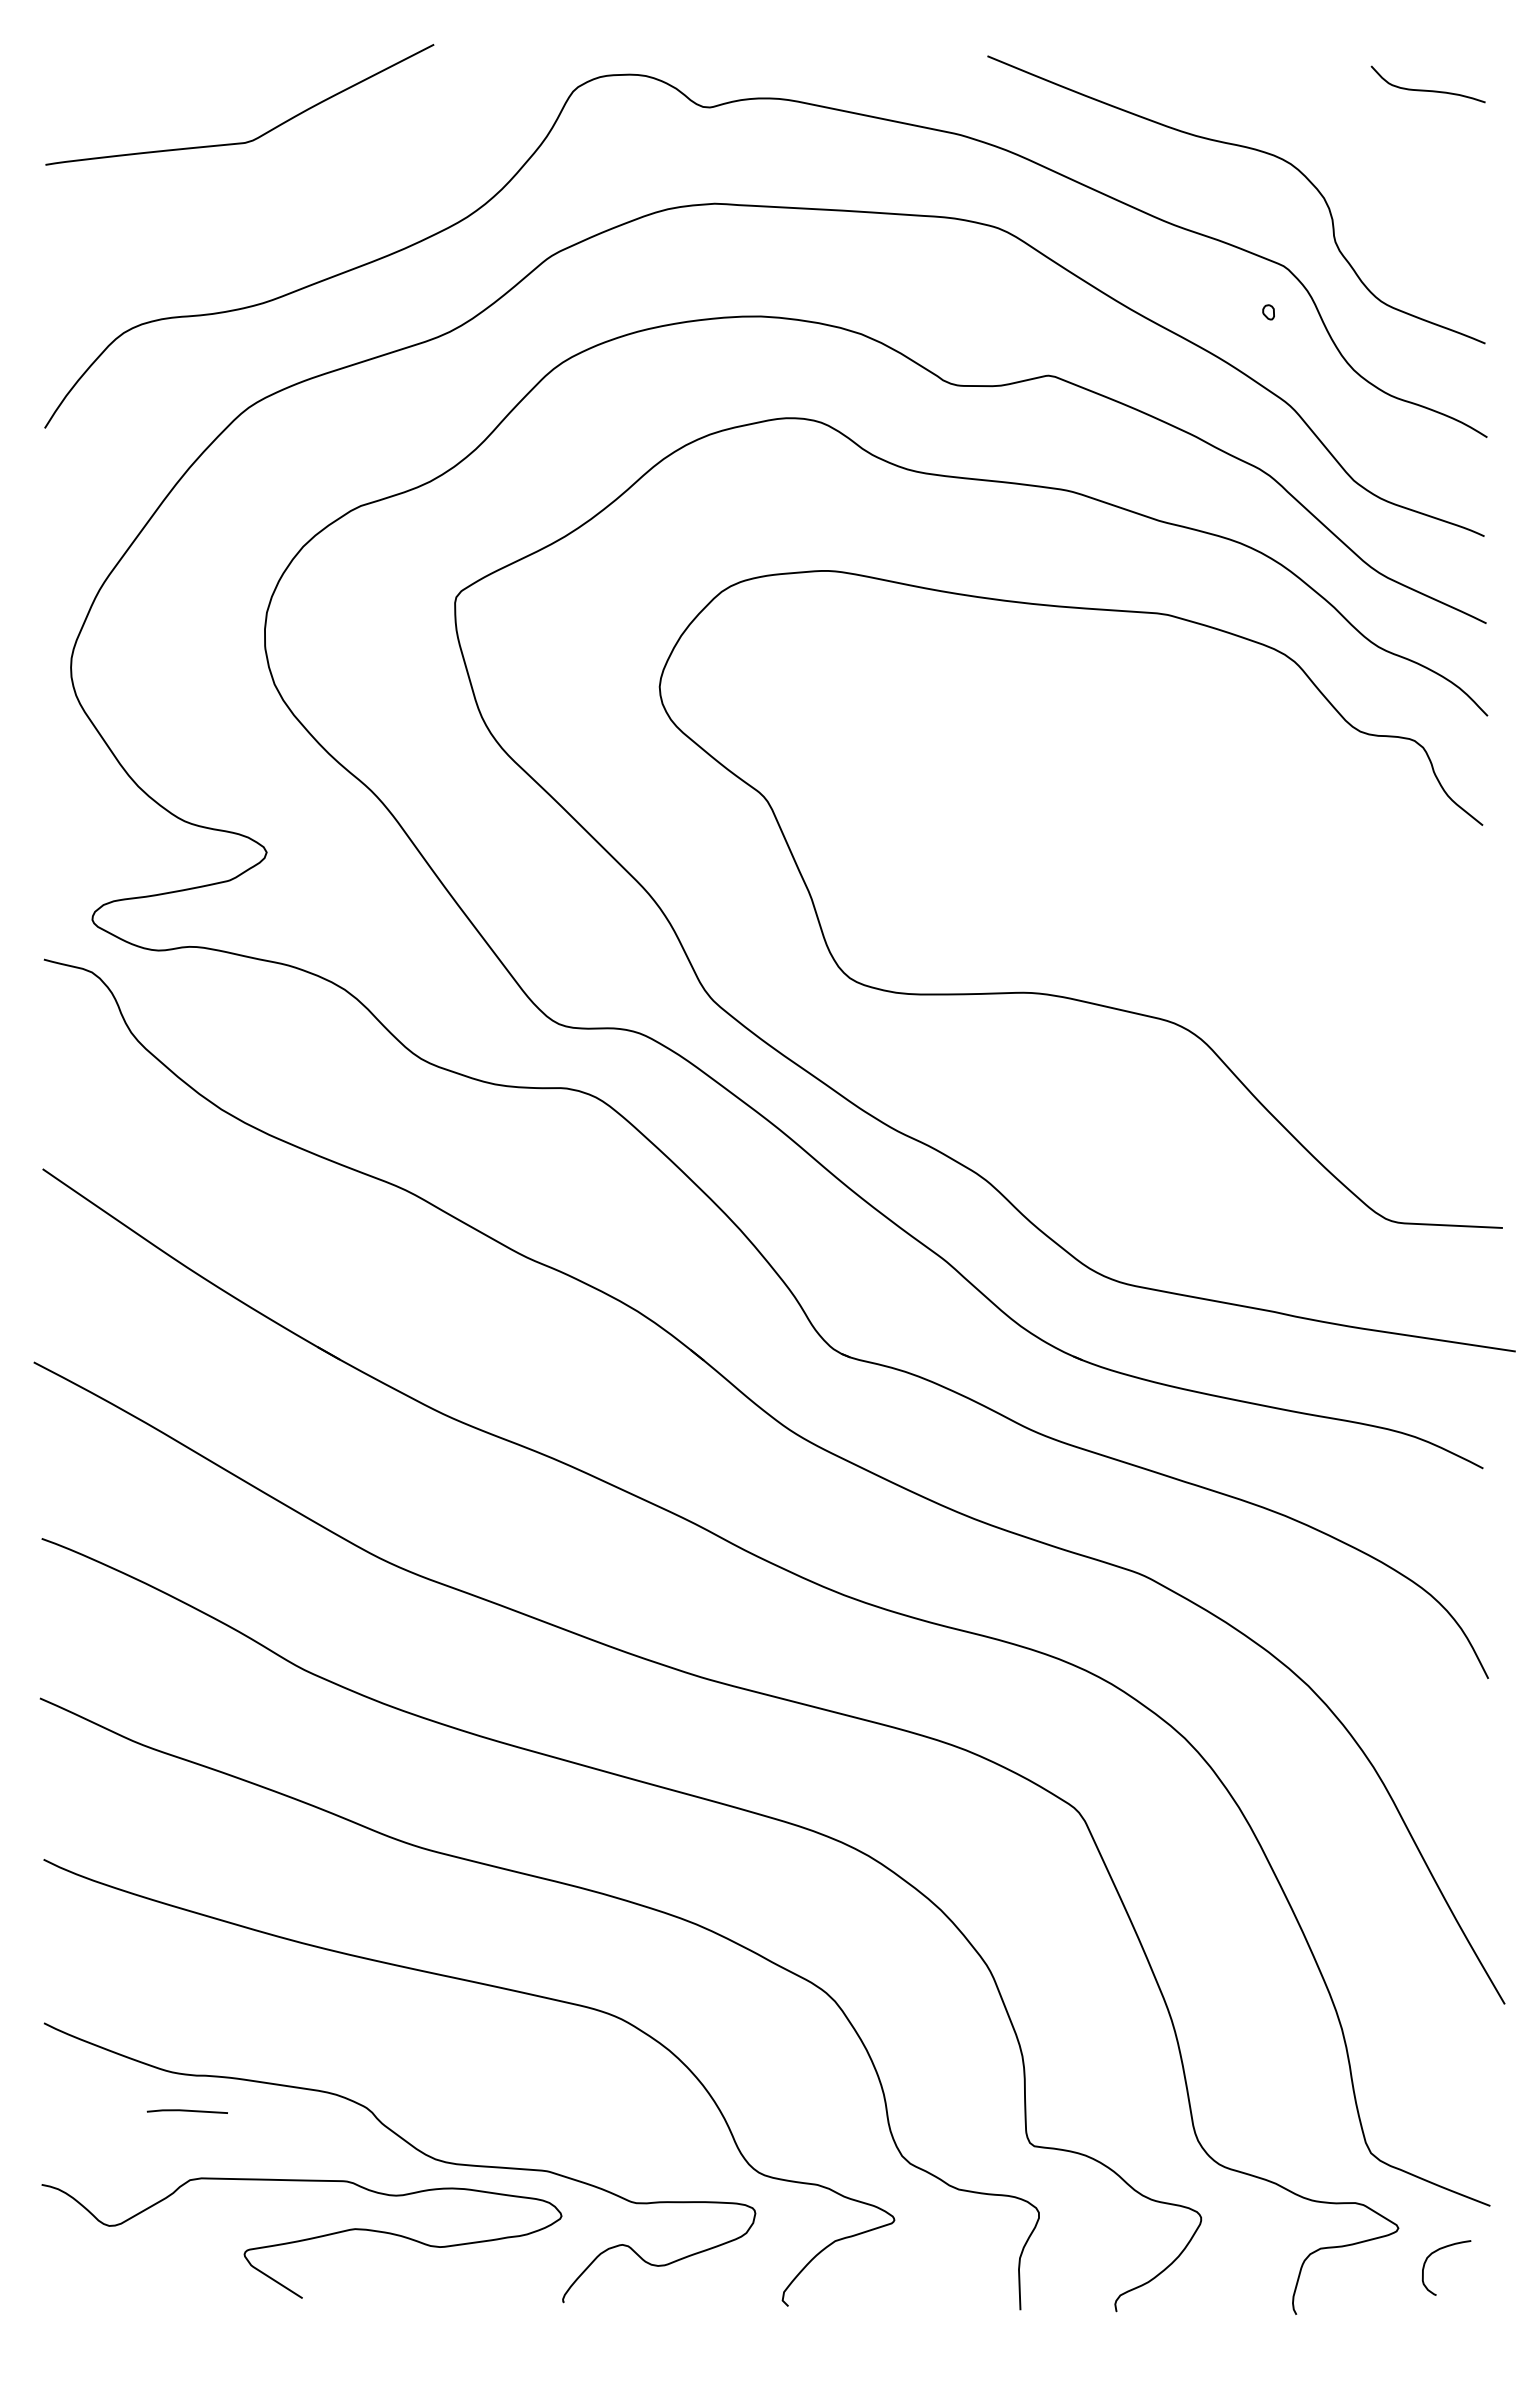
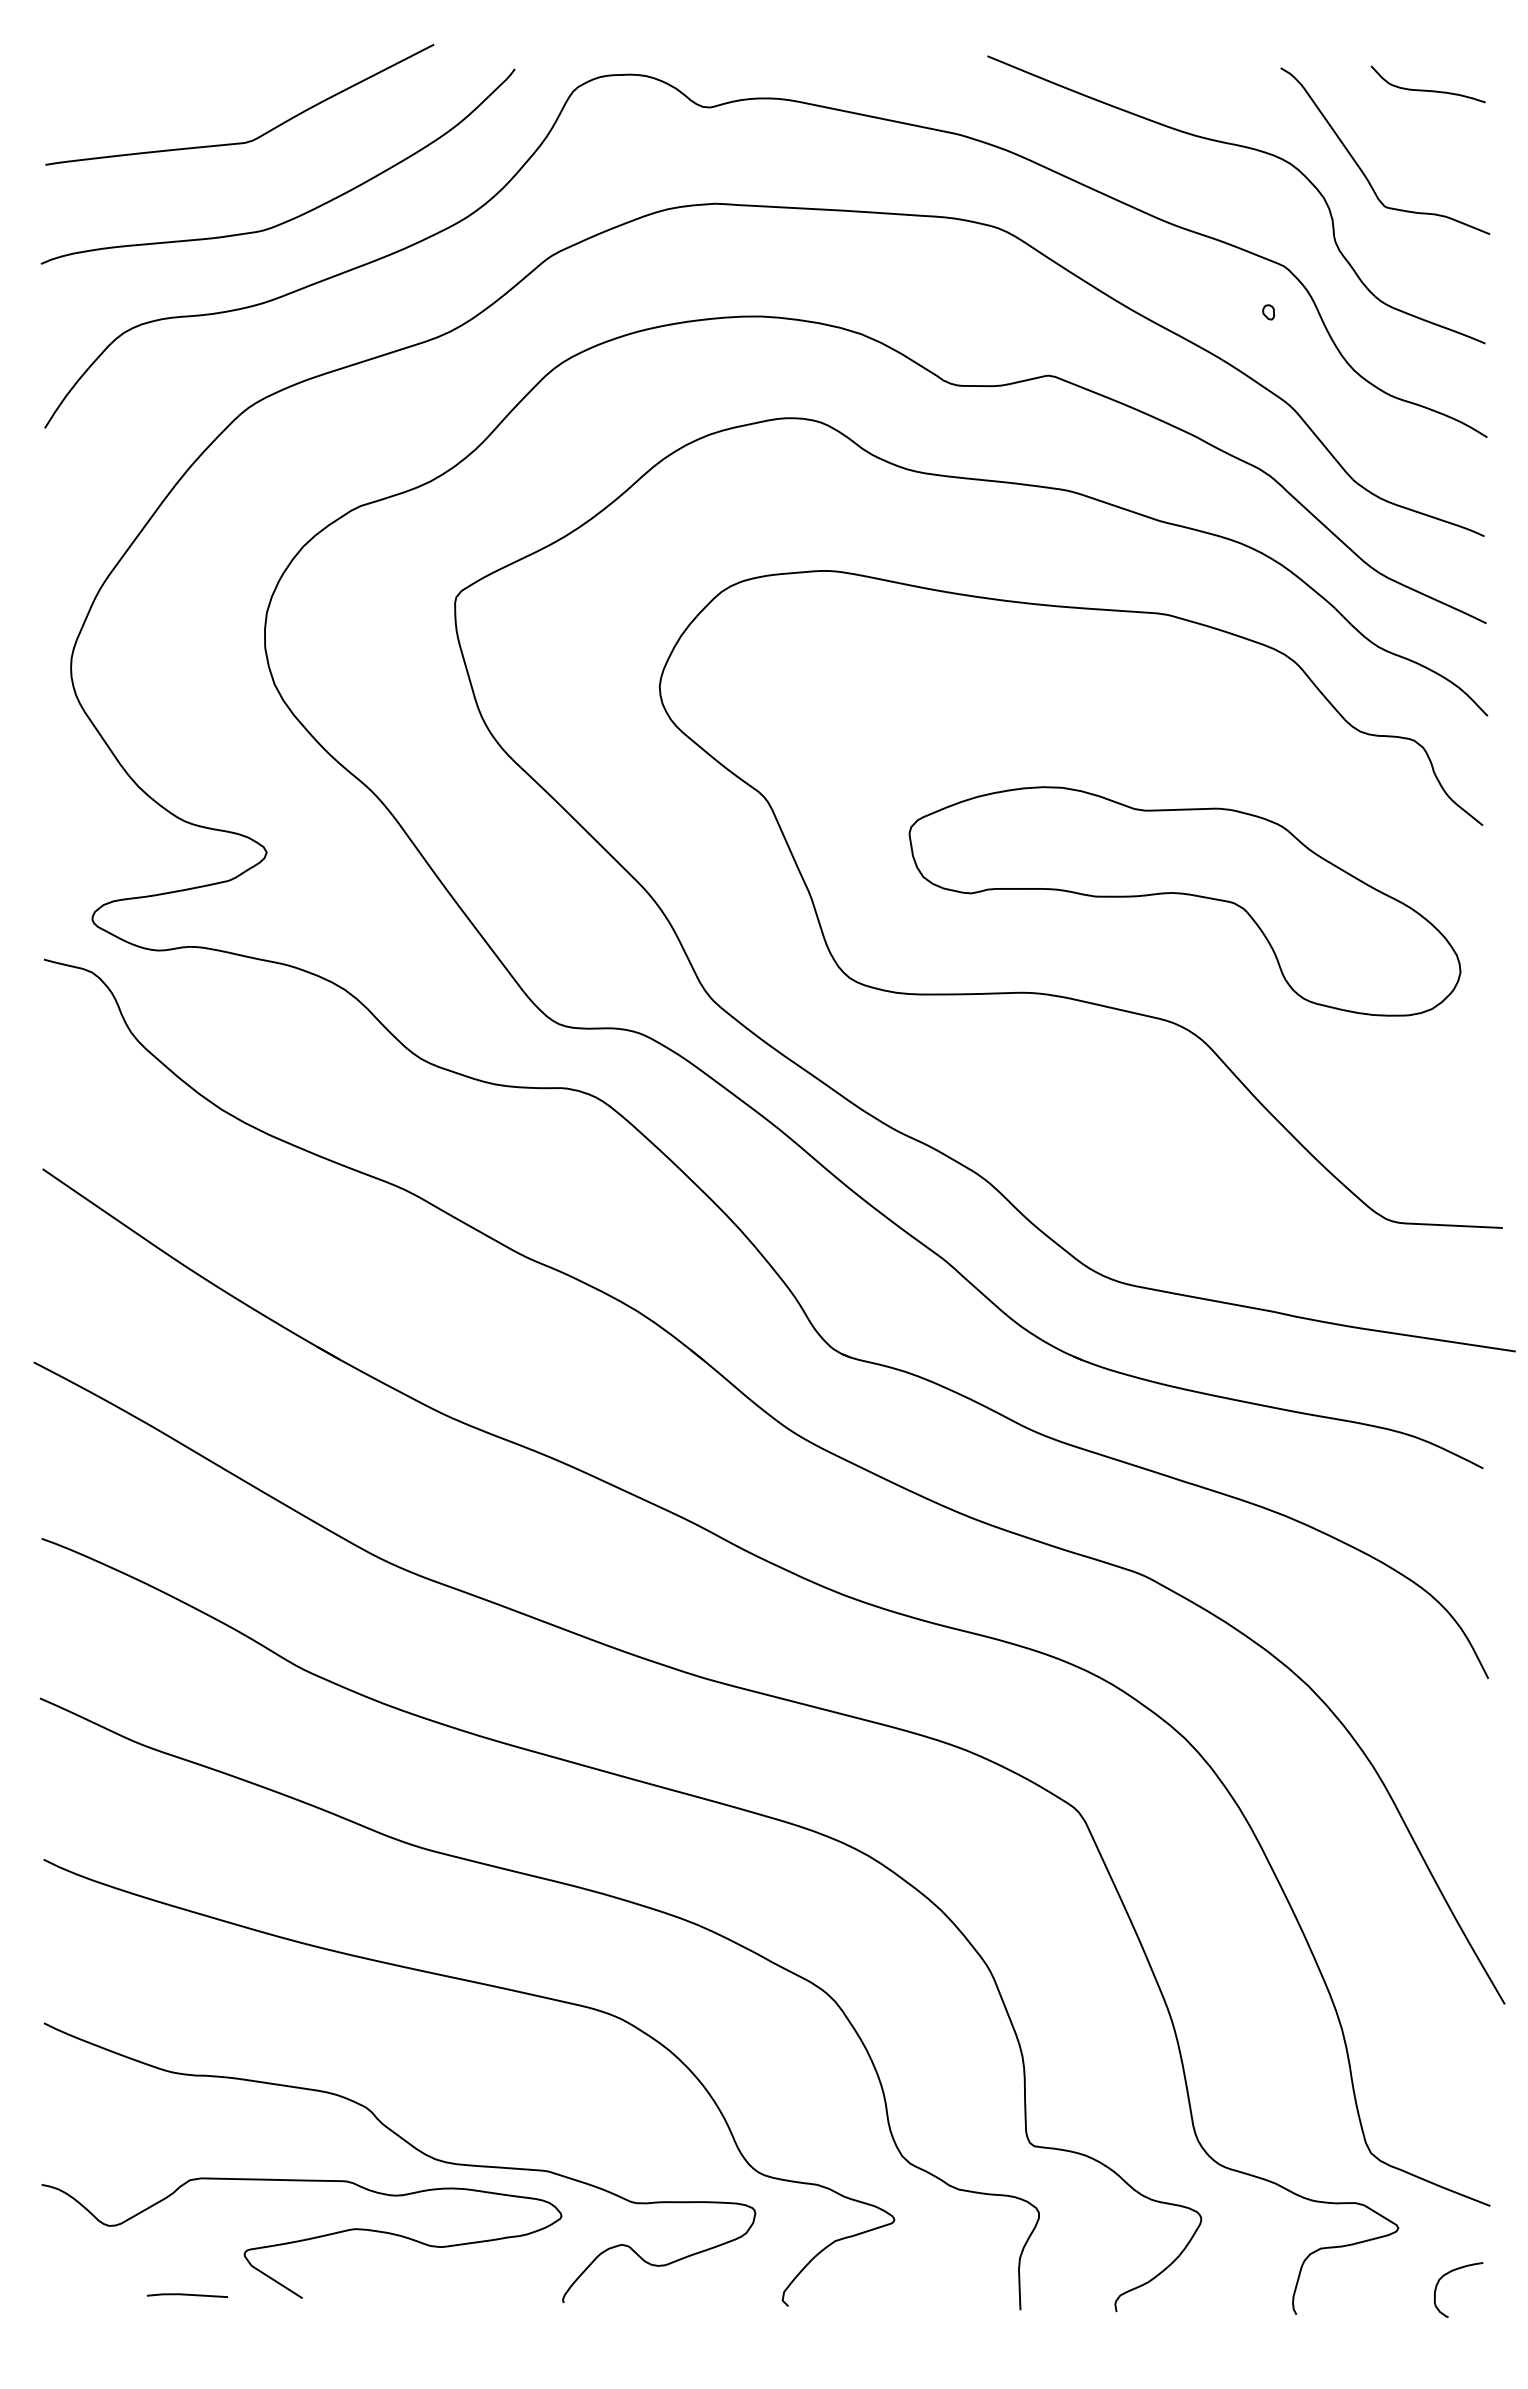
curve at (1361, 168): none -> present
curve at (295, 216): none -> present
part at (1186, 895): none -> present
line at (186, 2111) position: (186, 2111) -> (186, 2295)
curve at (1437, 2251) position: (1437, 2251) -> (1449, 2273)
